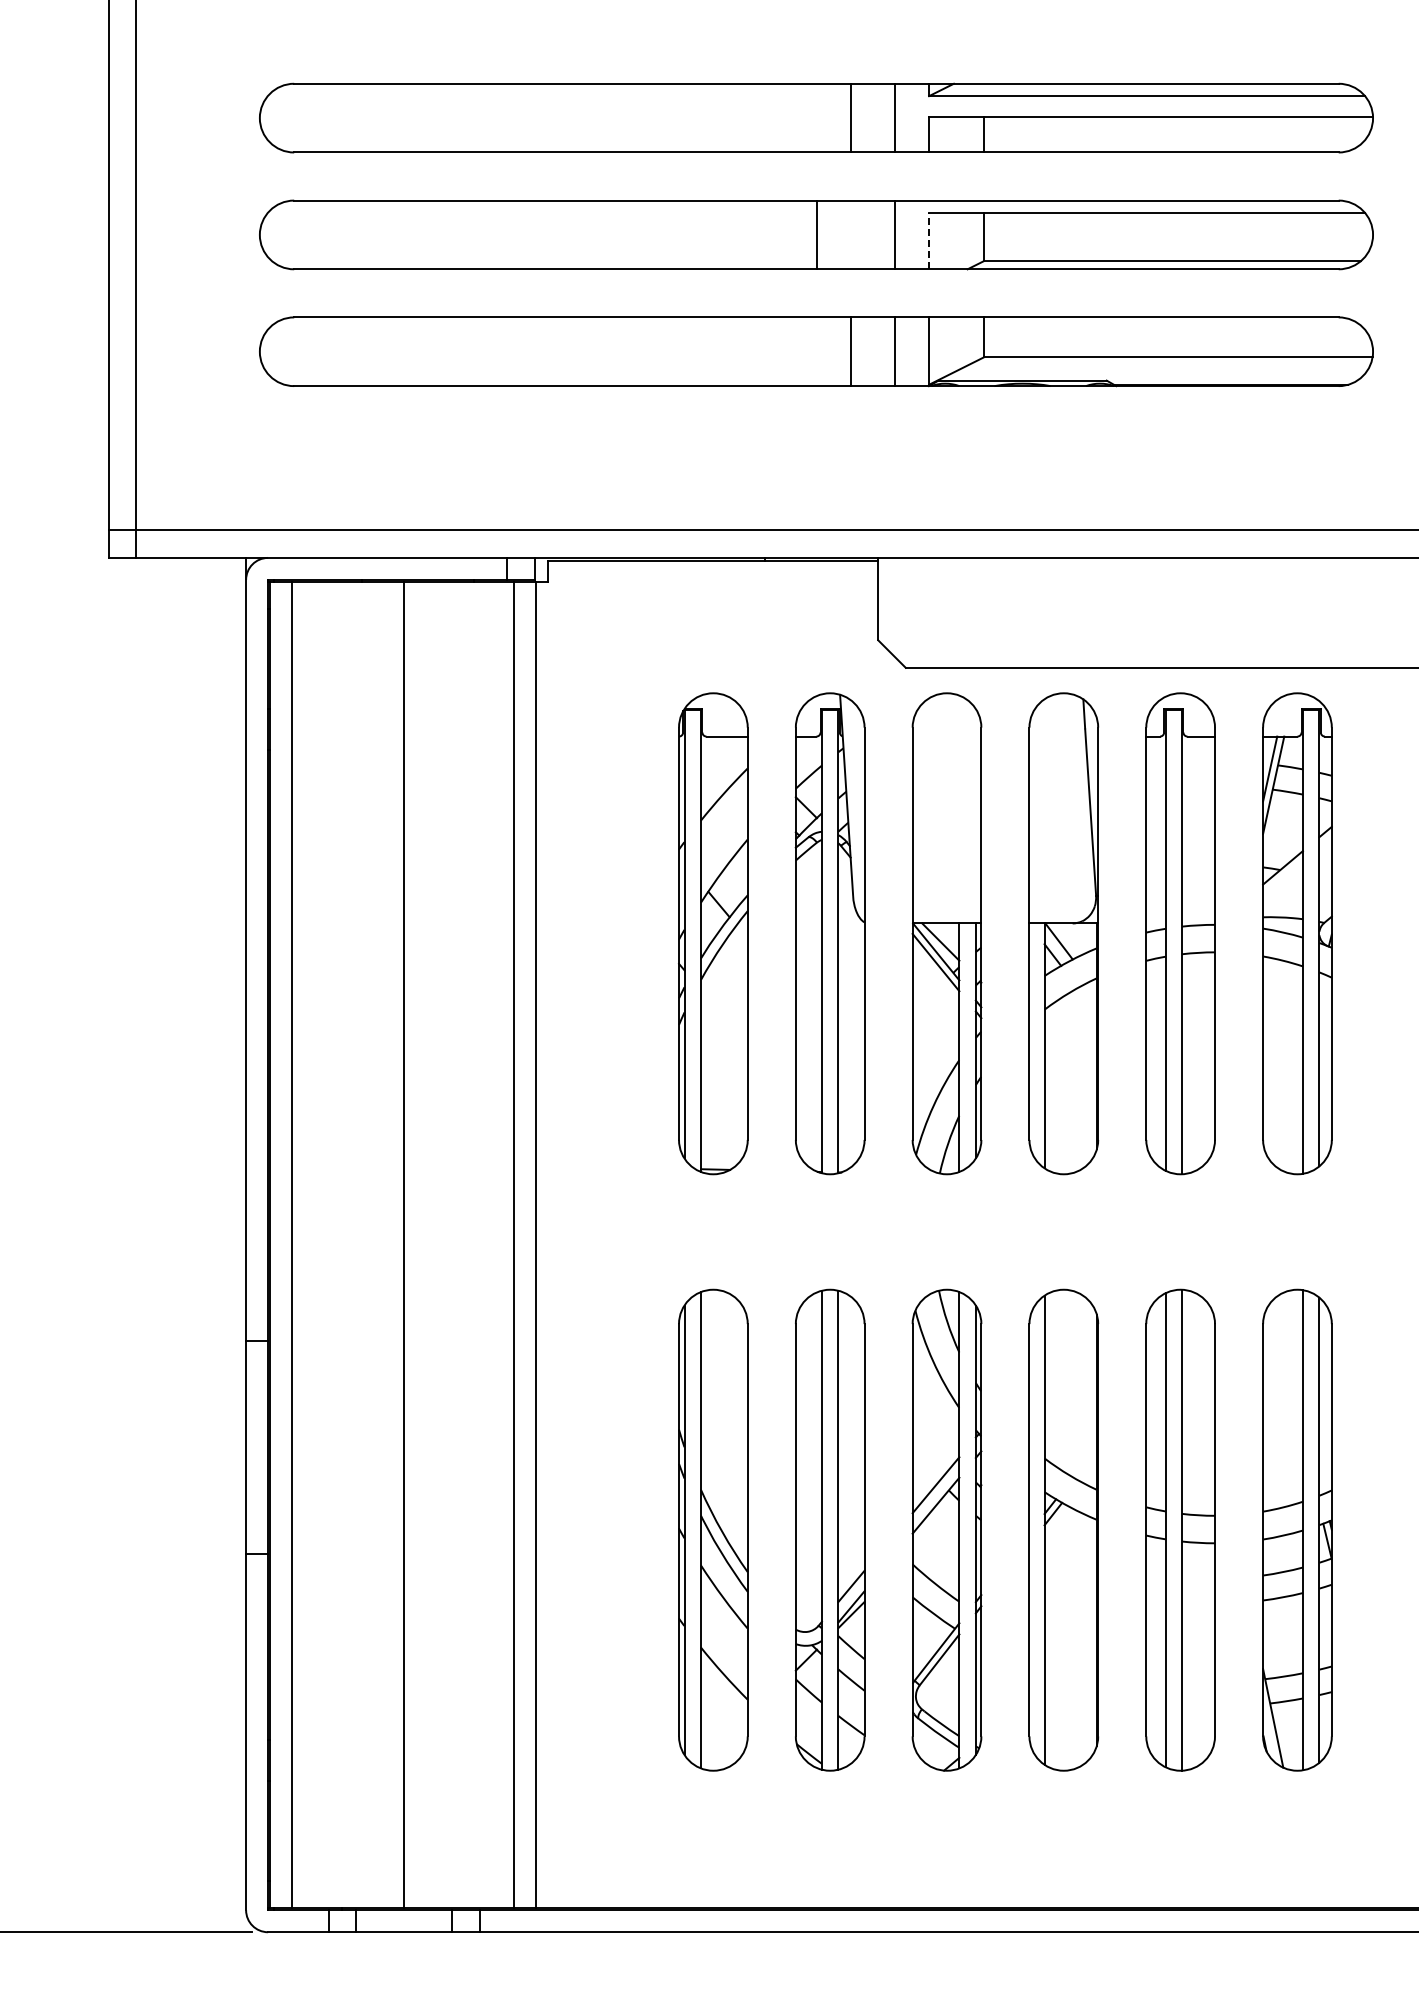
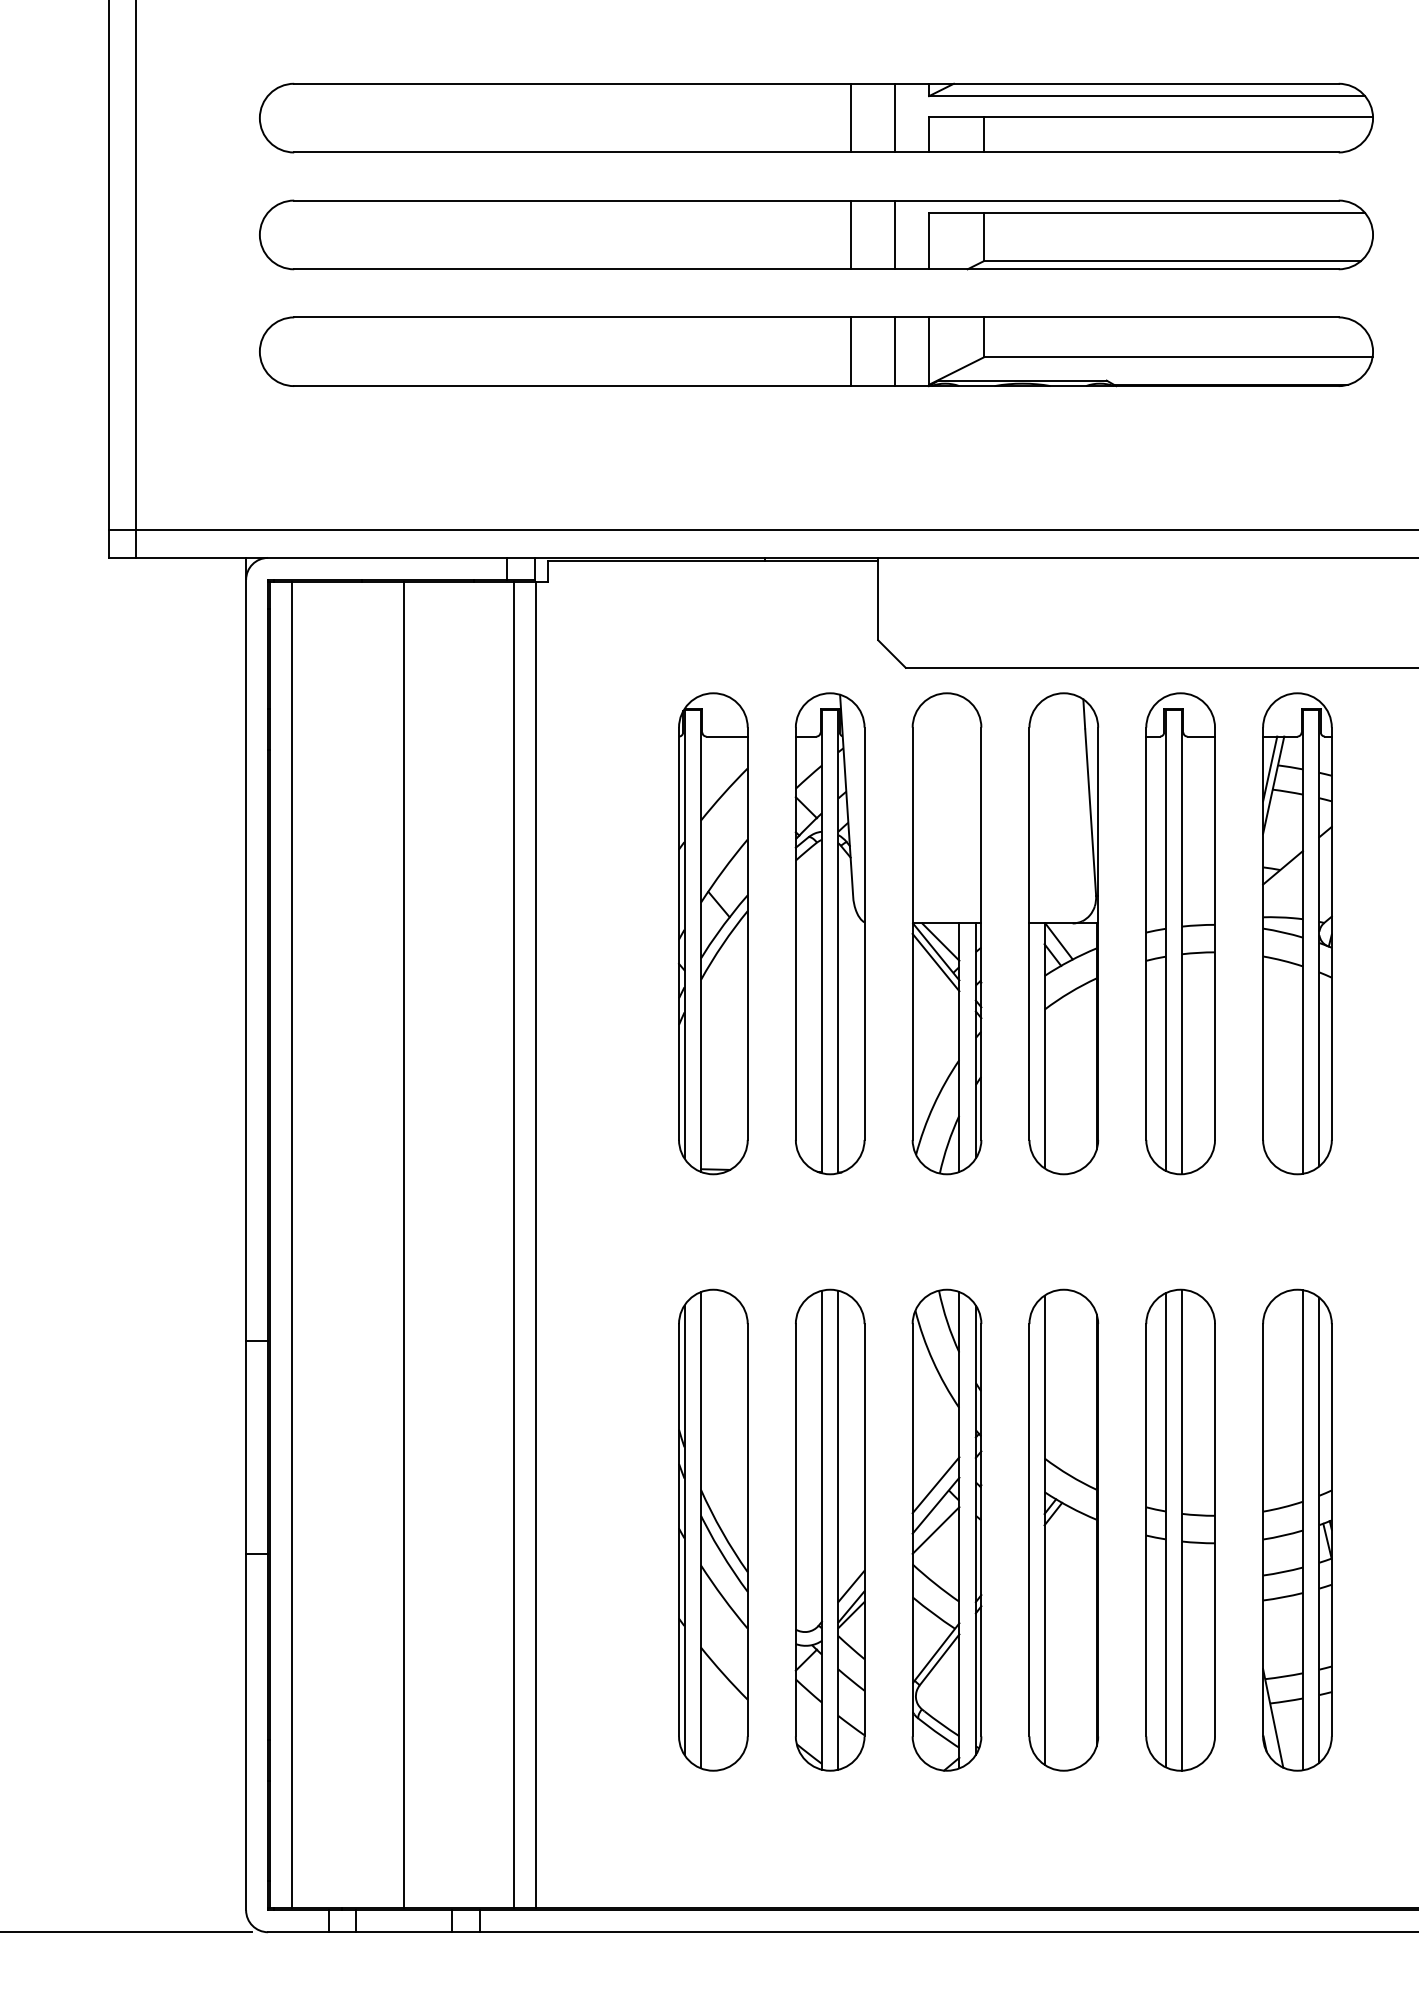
line at (816, 234) position: (816, 234) -> (850, 234)
line at (929, 240): dashed -> solid
line at (935, 1530): none -> present
